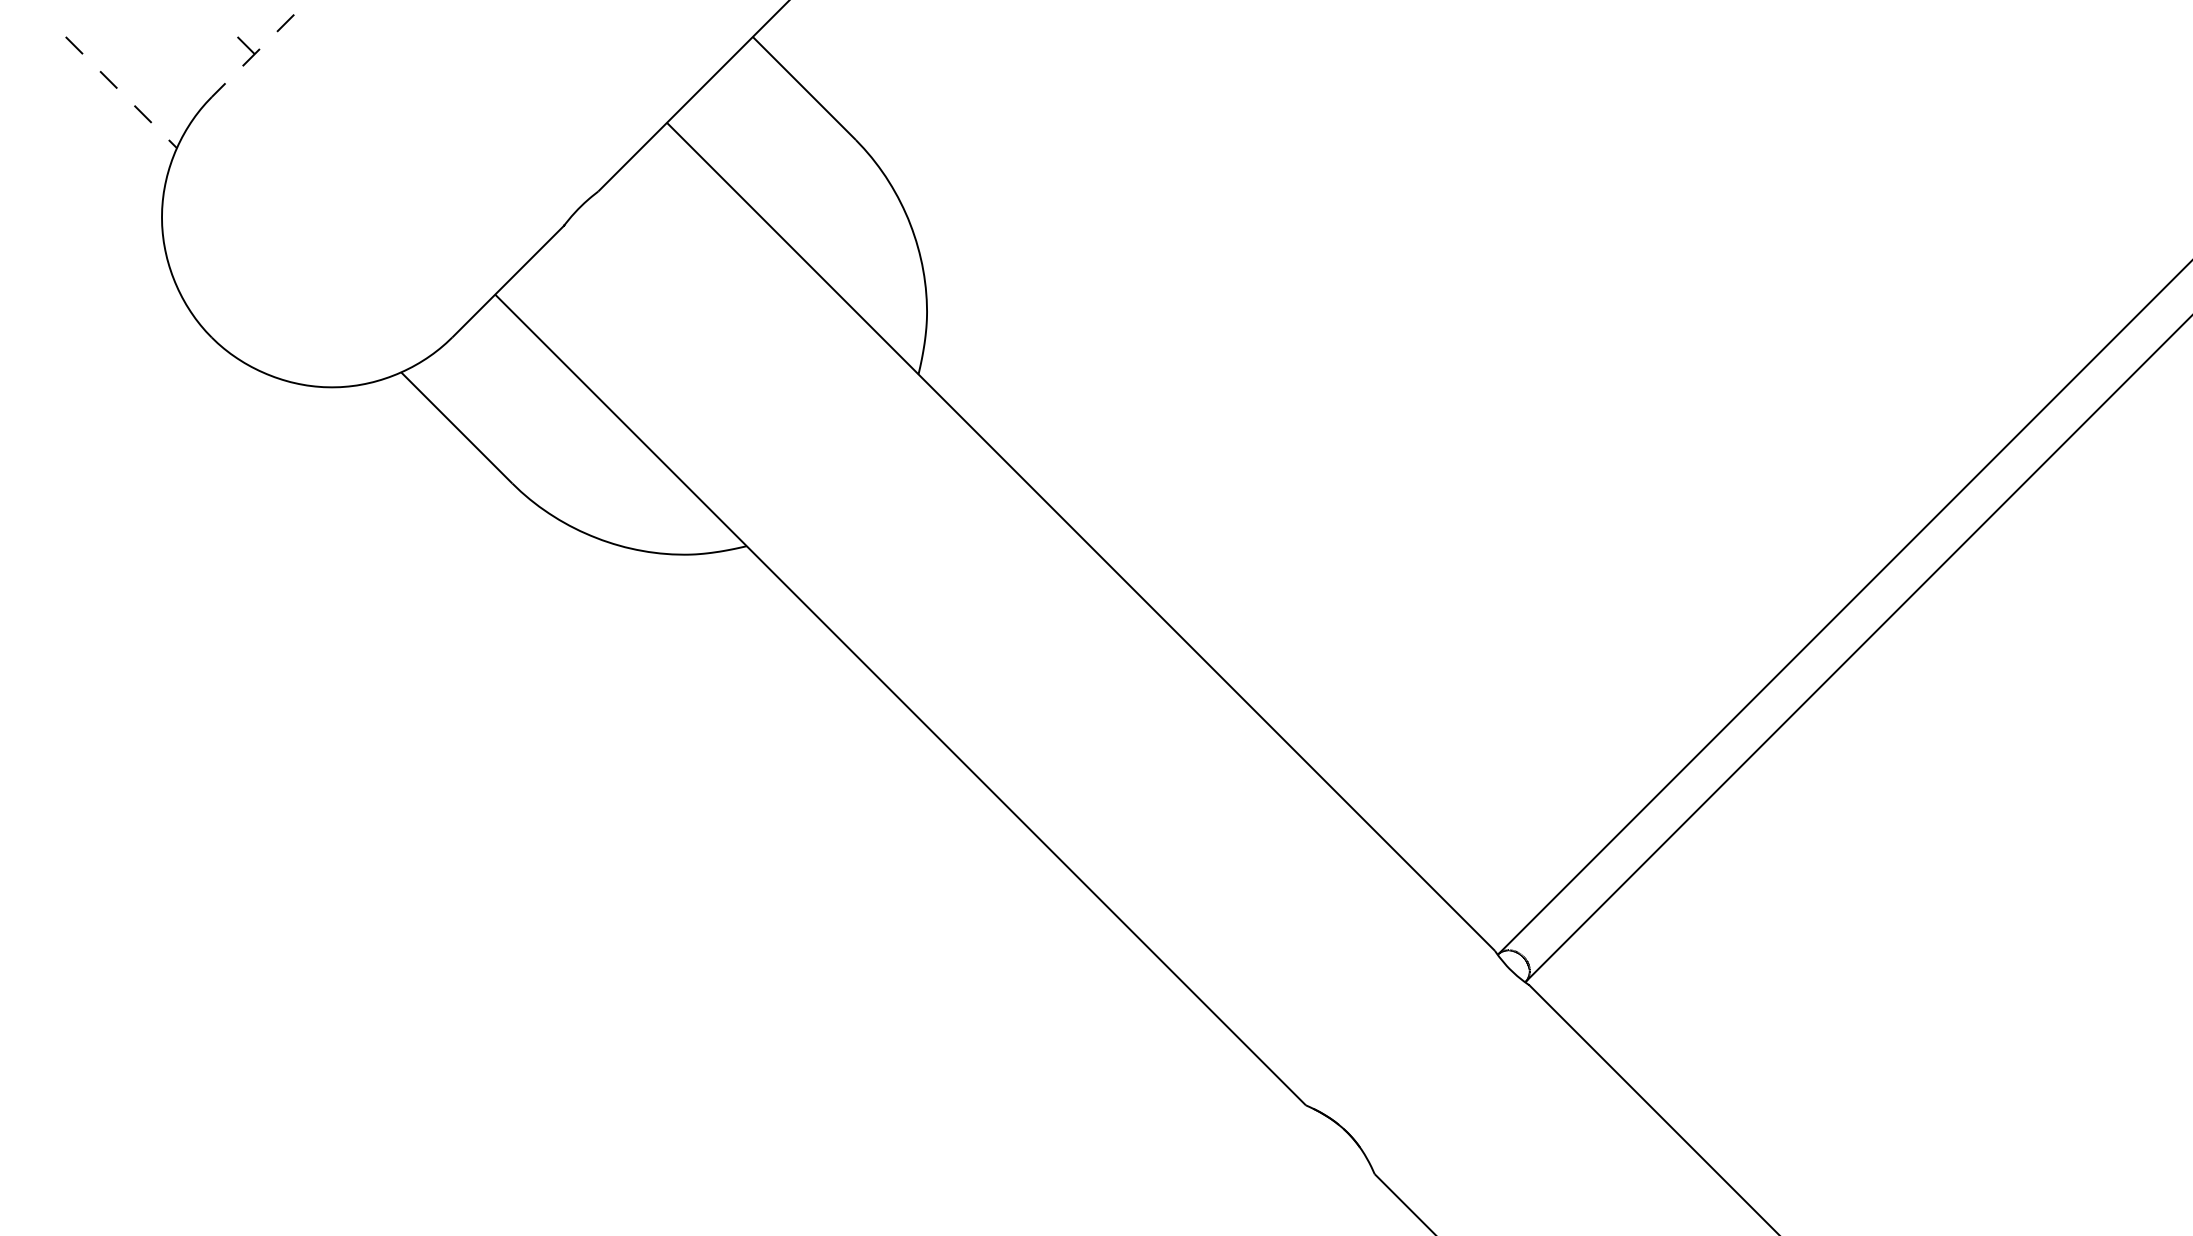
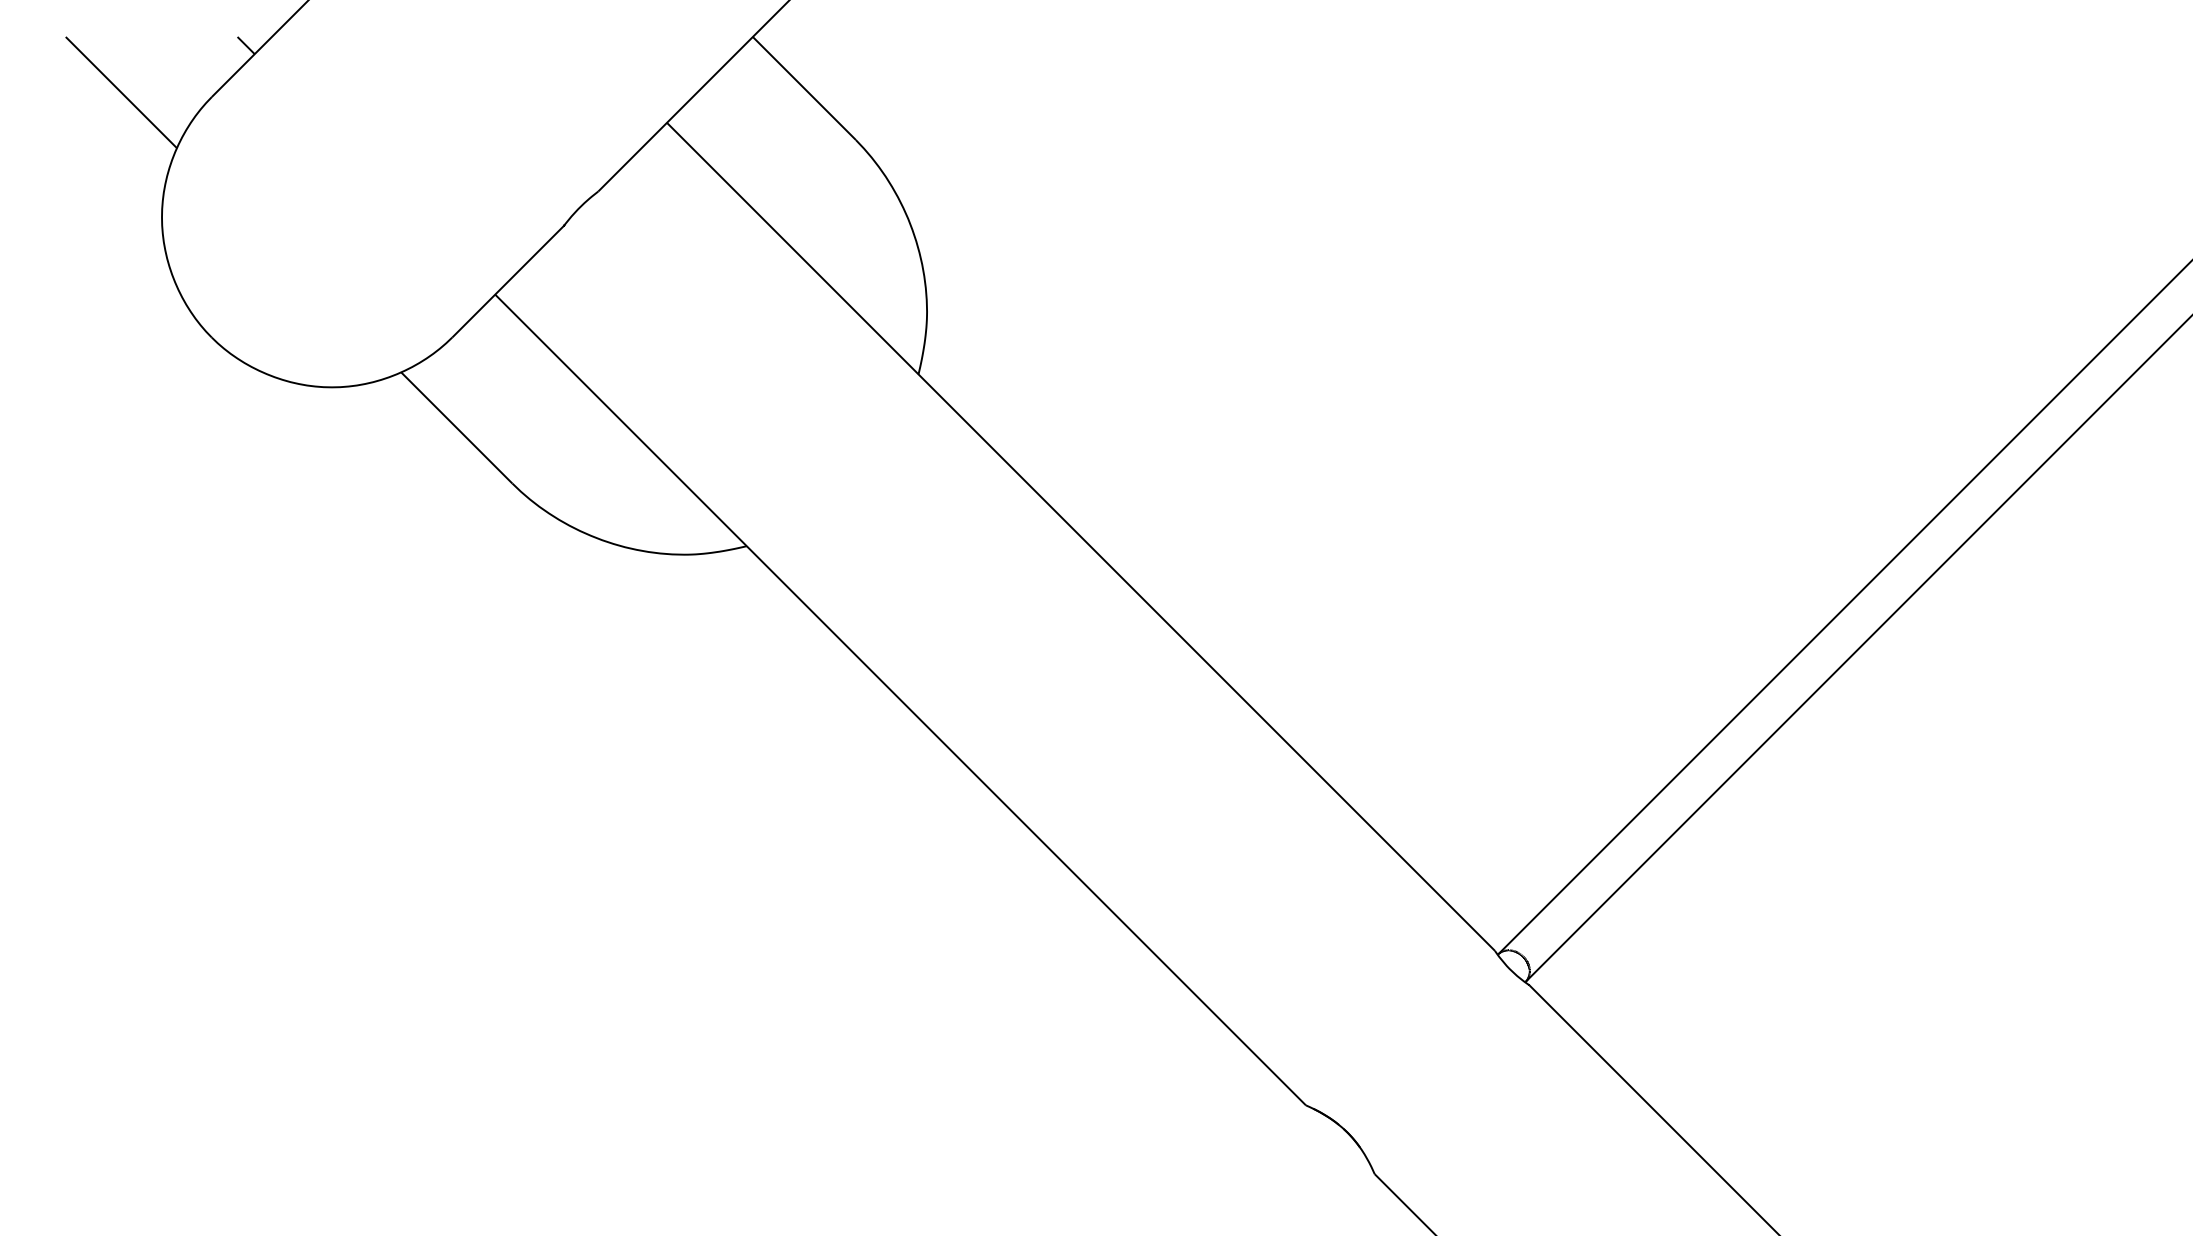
line at (259, 49): dashed -> solid
line at (121, 92): dashed -> solid
